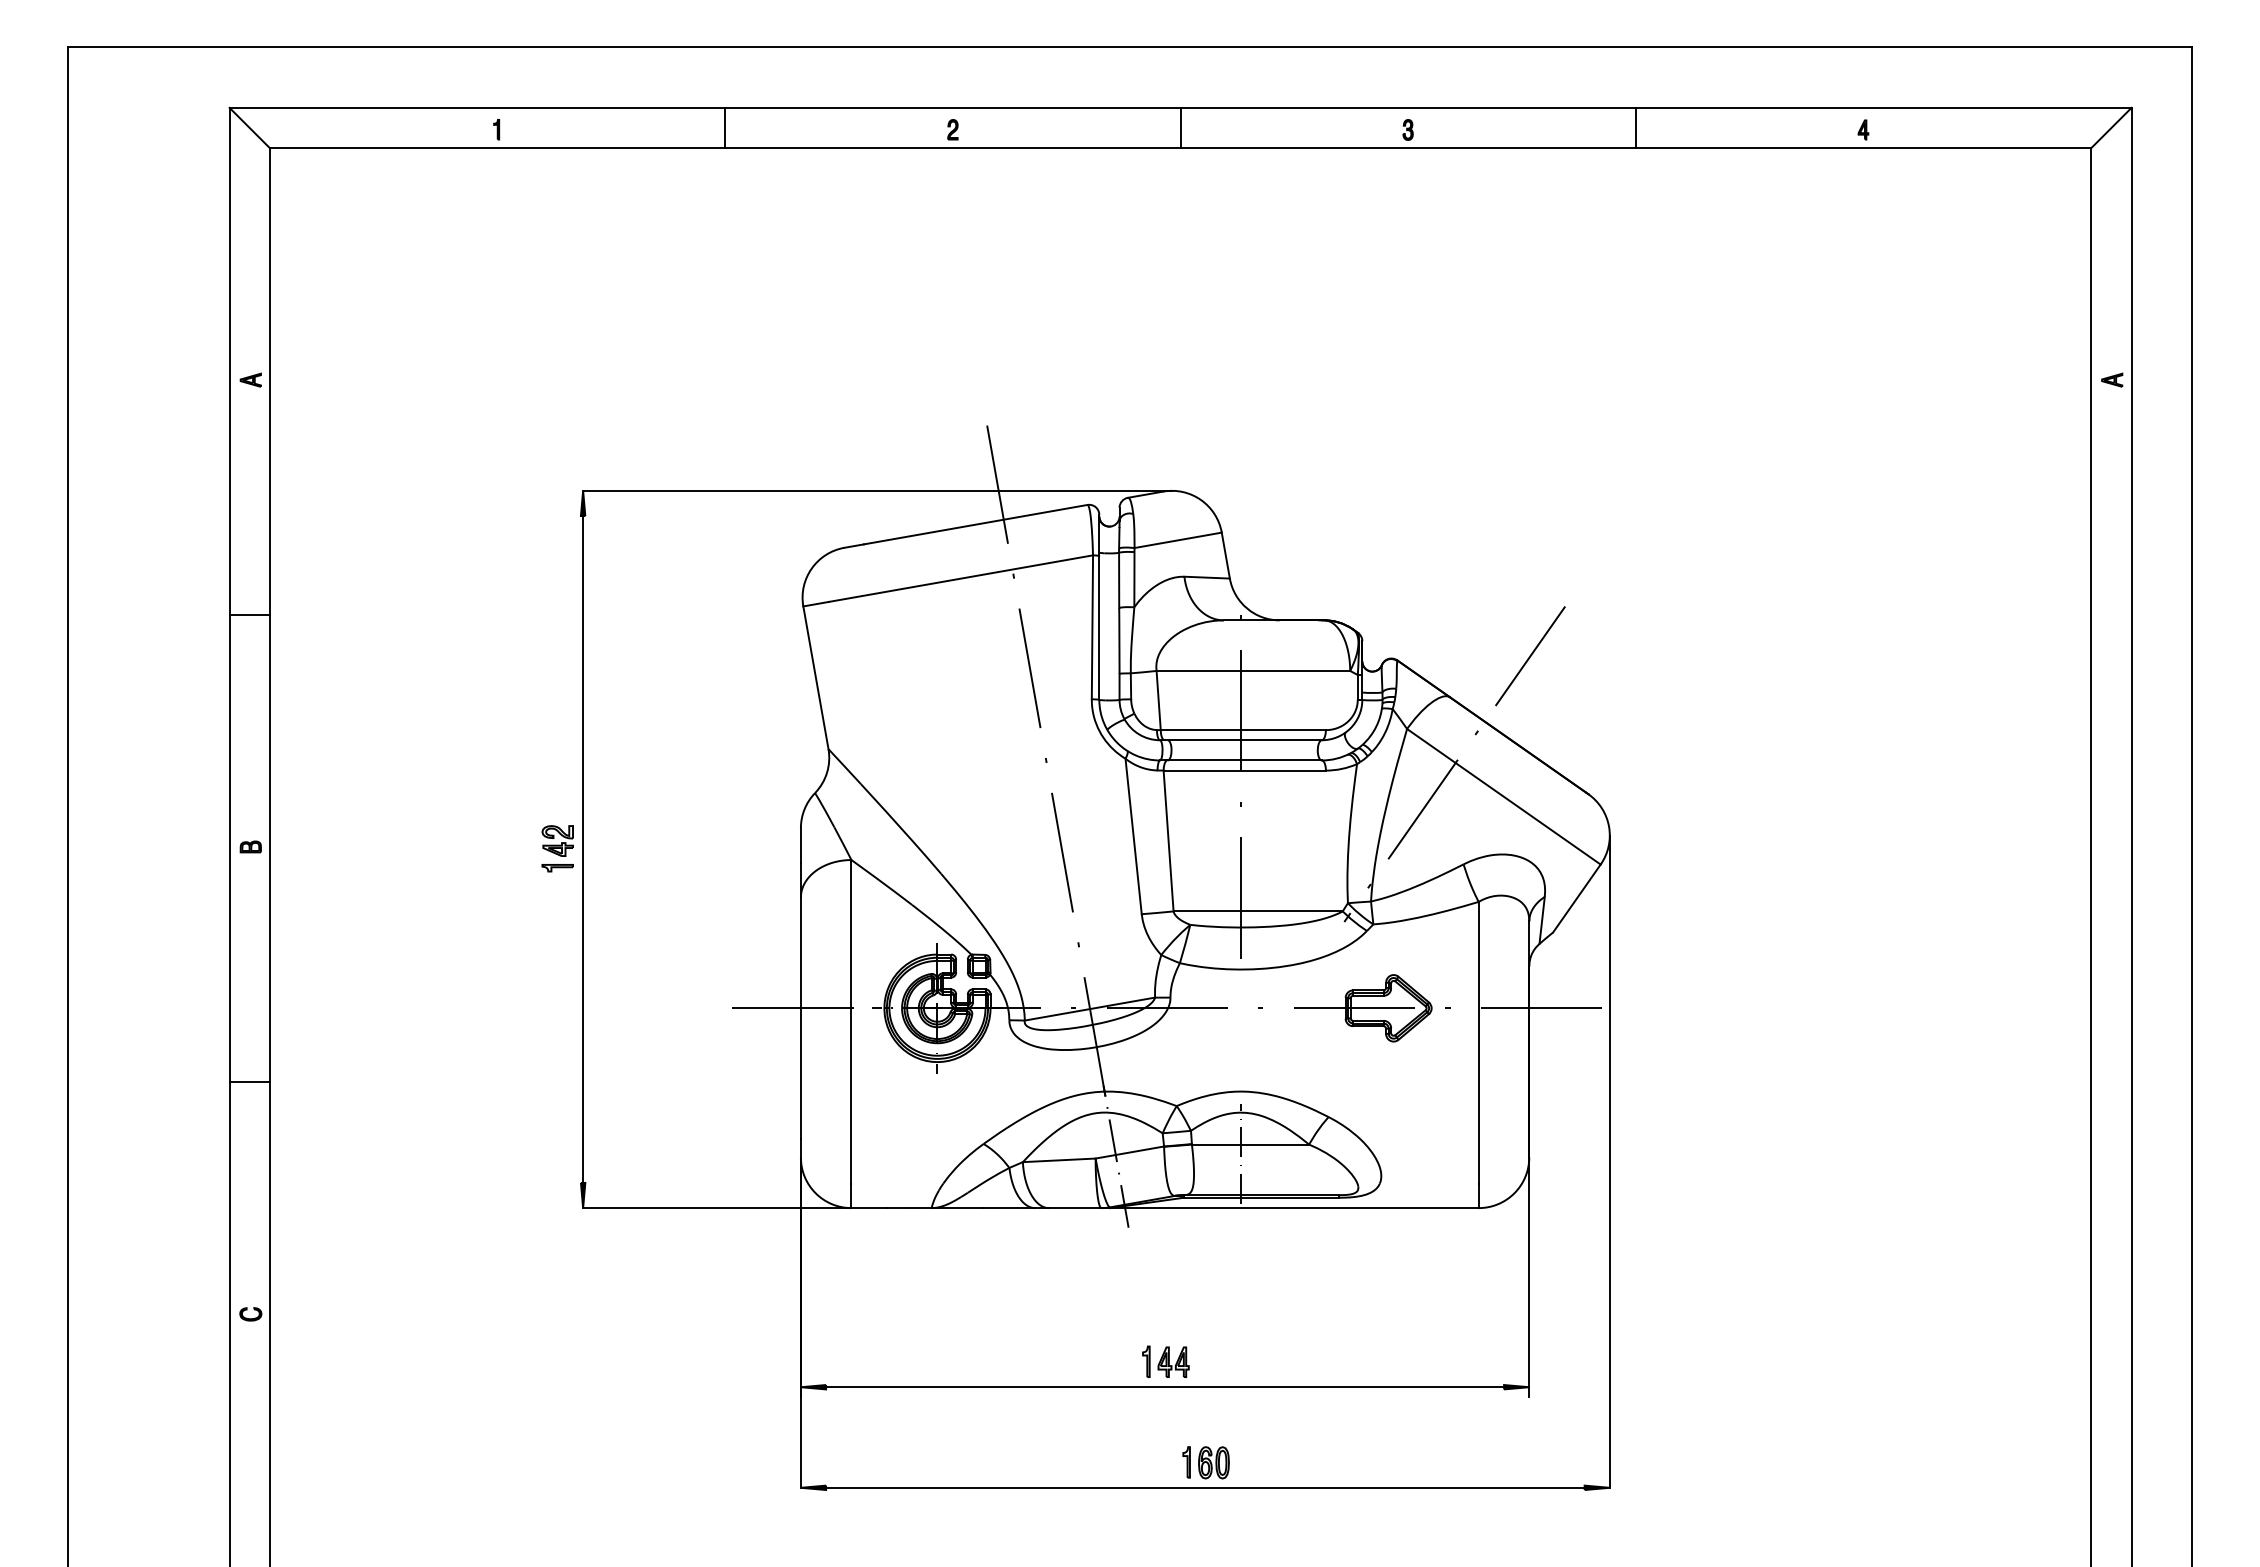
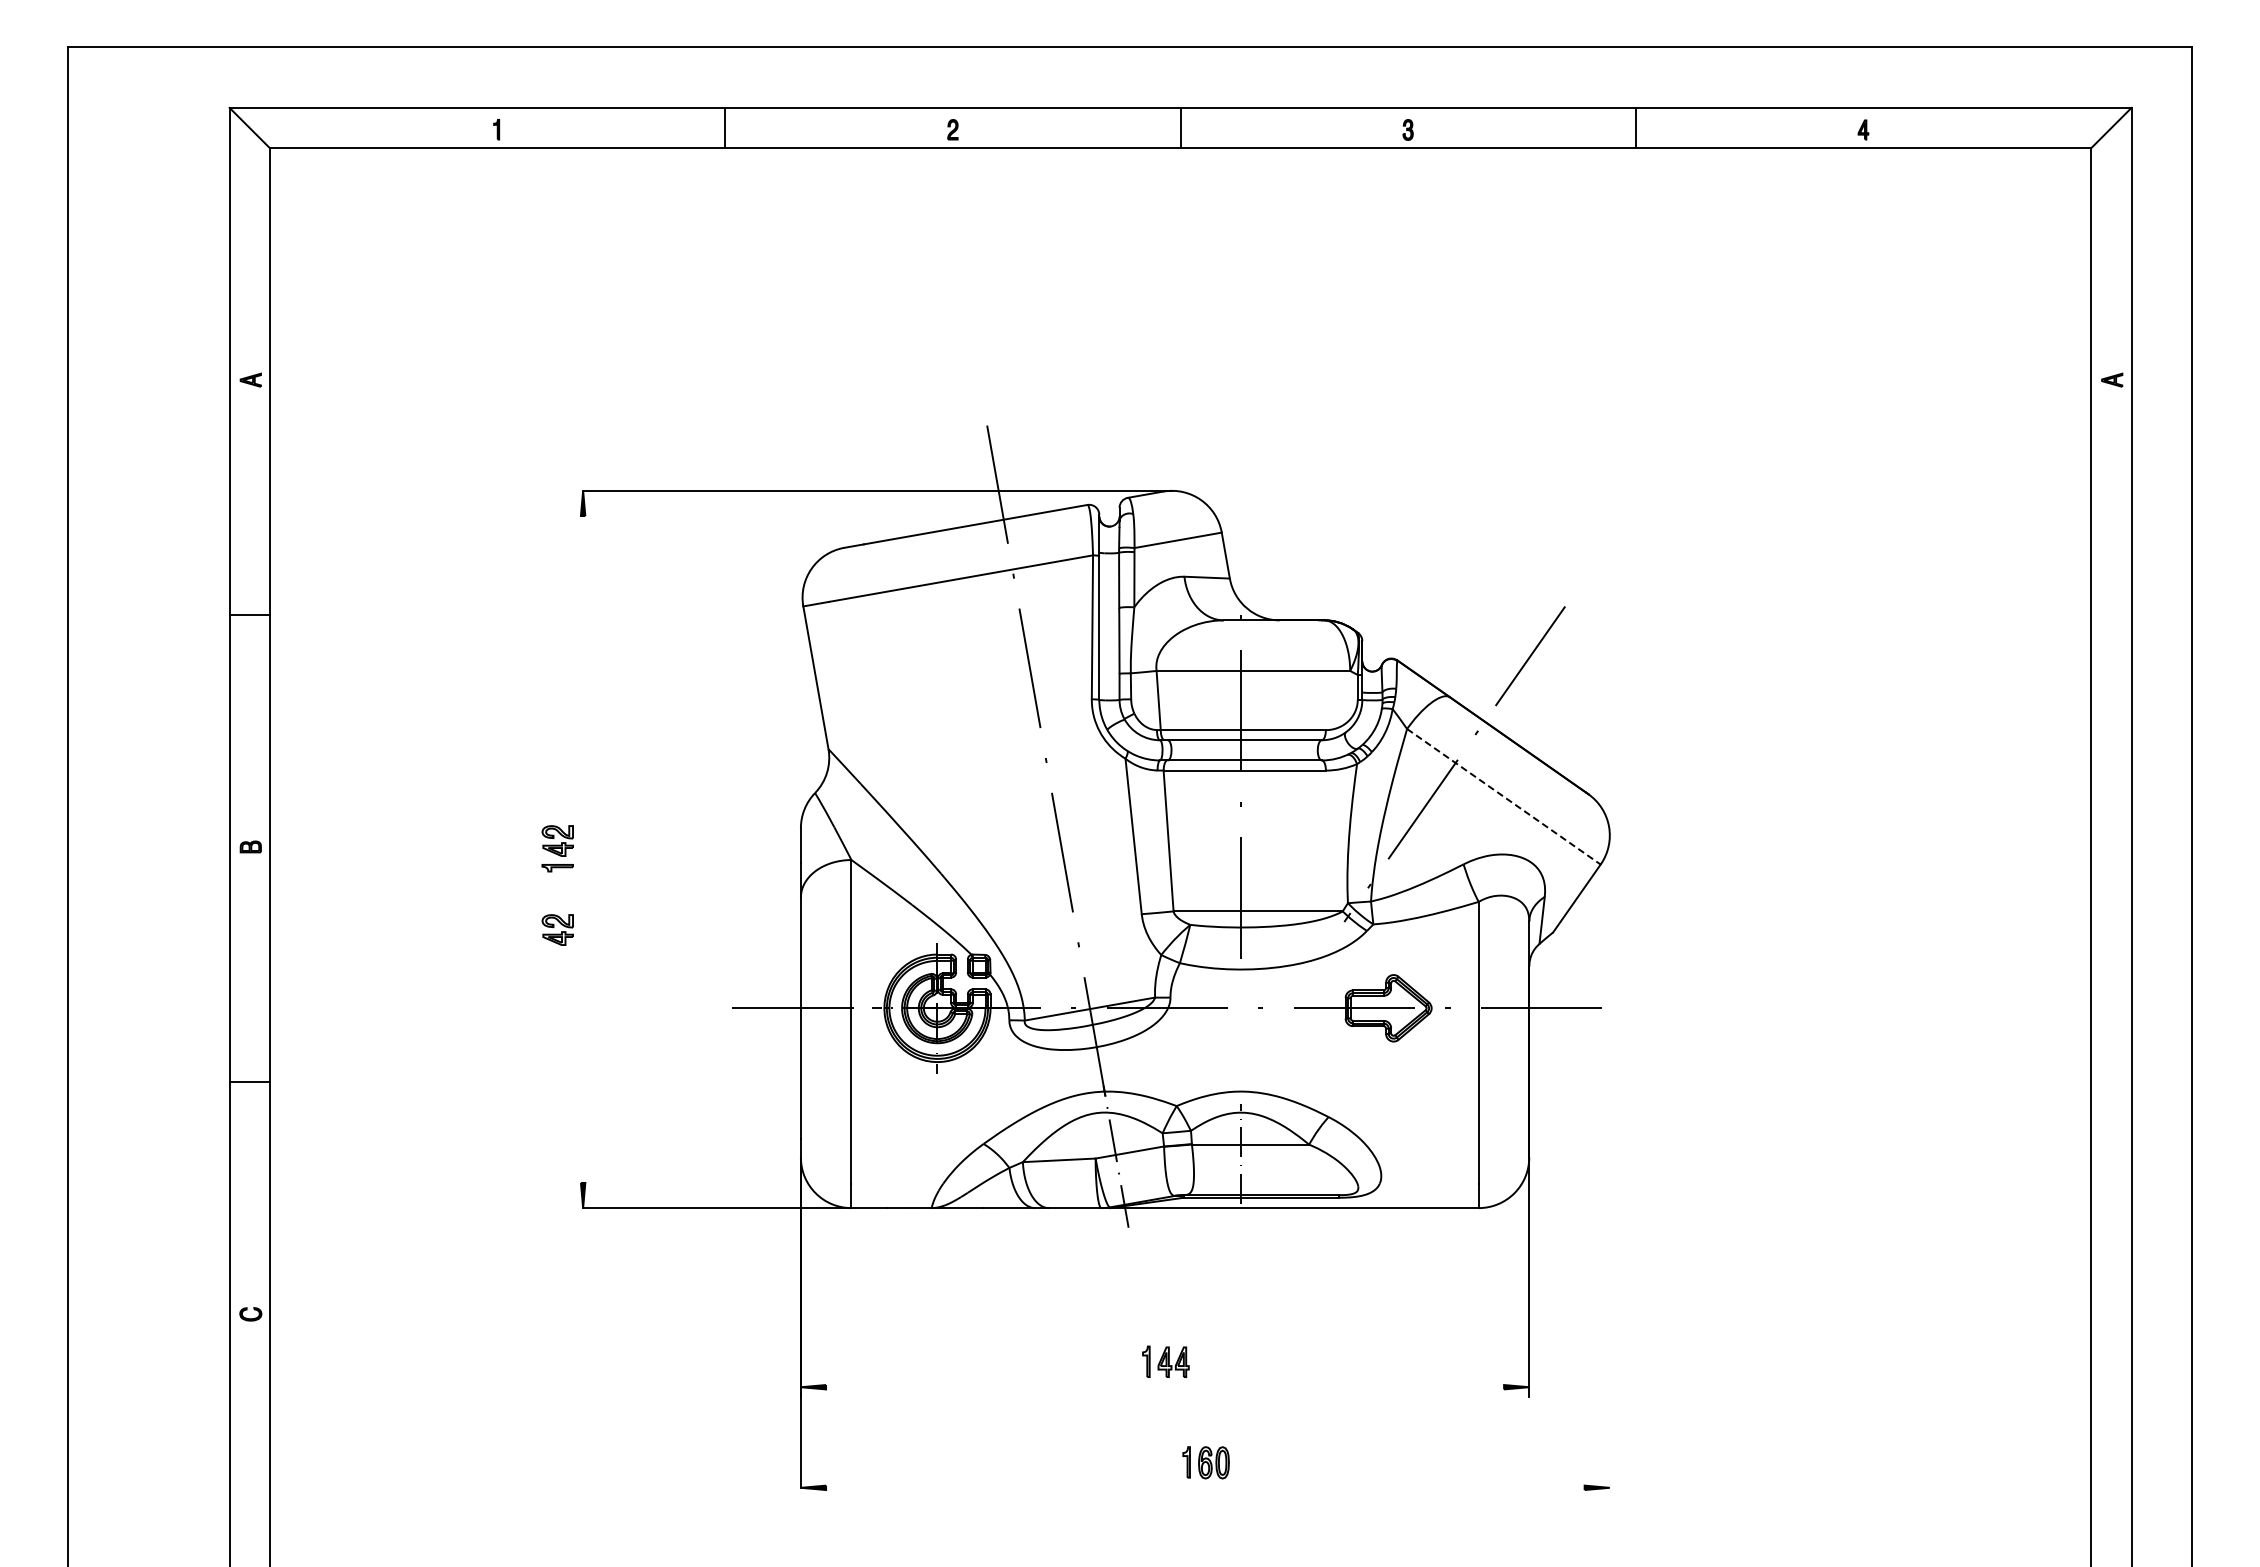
line at (1504, 797): solid -> dashed
line at (583, 849): present -> none
part at (557, 929): none -> present
line at (1609, 1161): present -> none
line at (1165, 1387): present -> none
line at (1205, 1487): present -> none
